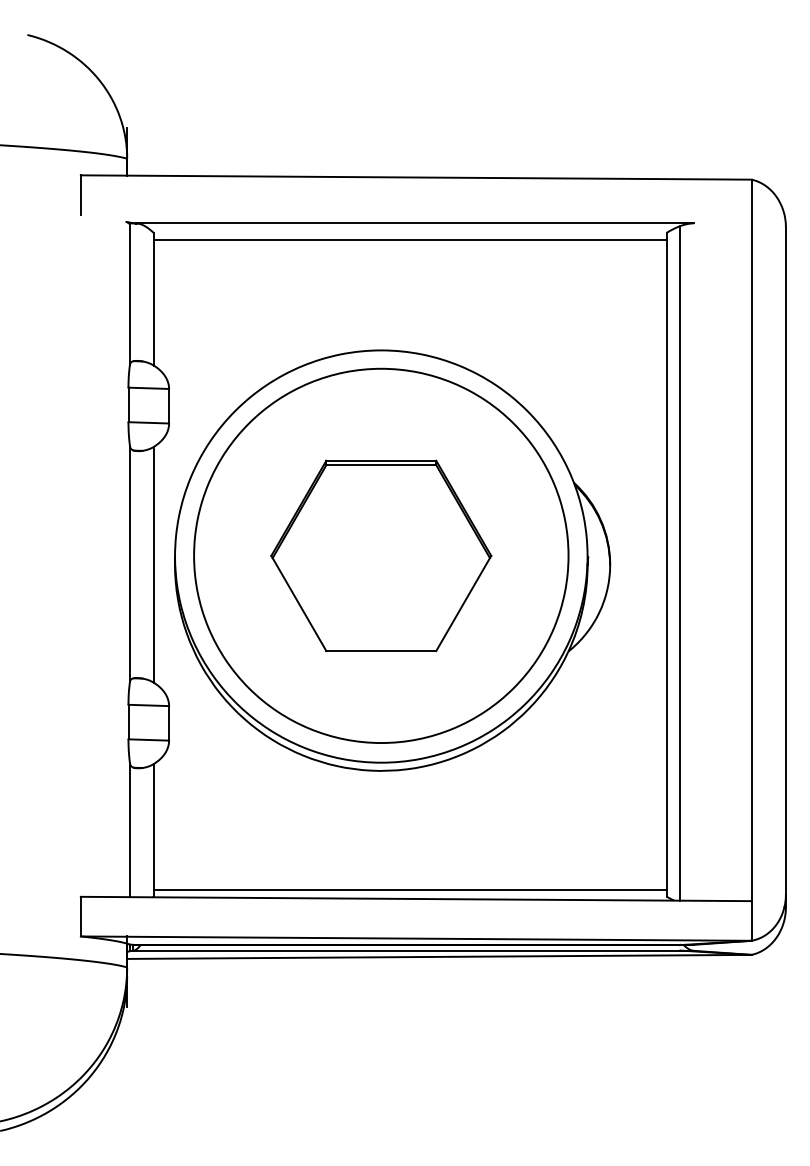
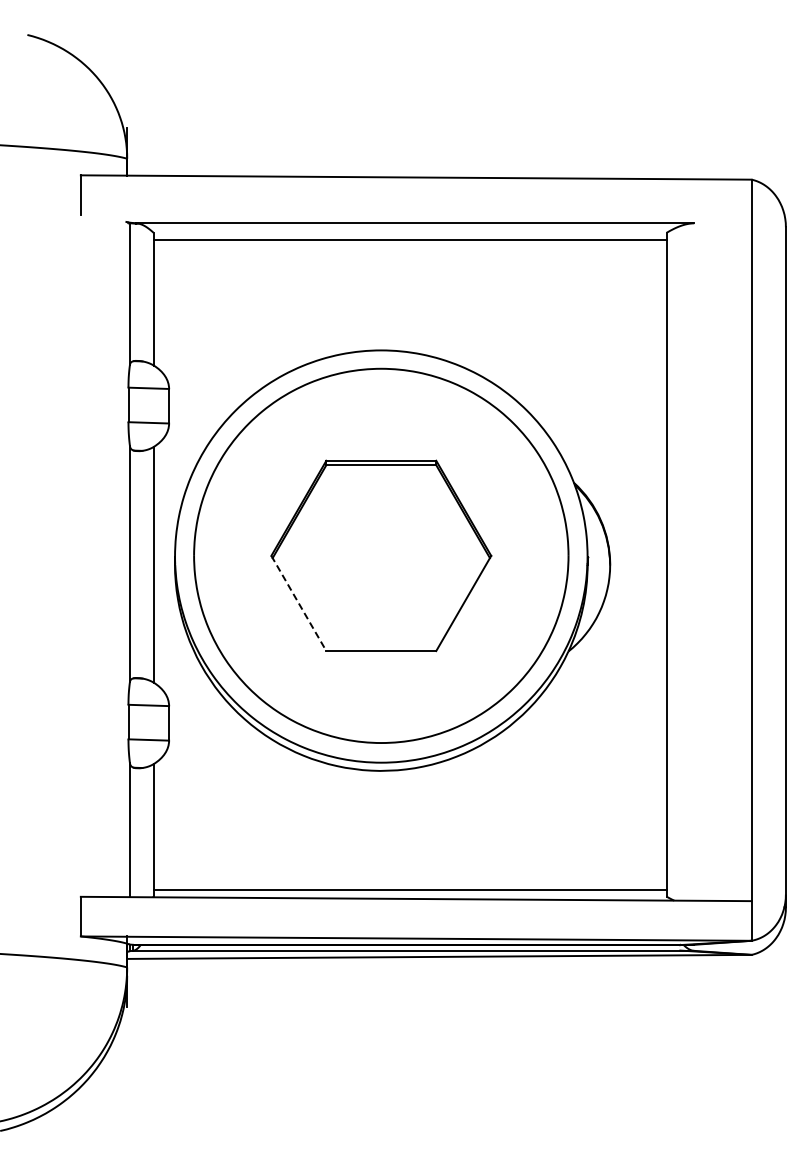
line at (680, 563): present -> none
line at (298, 603): solid -> dashed
